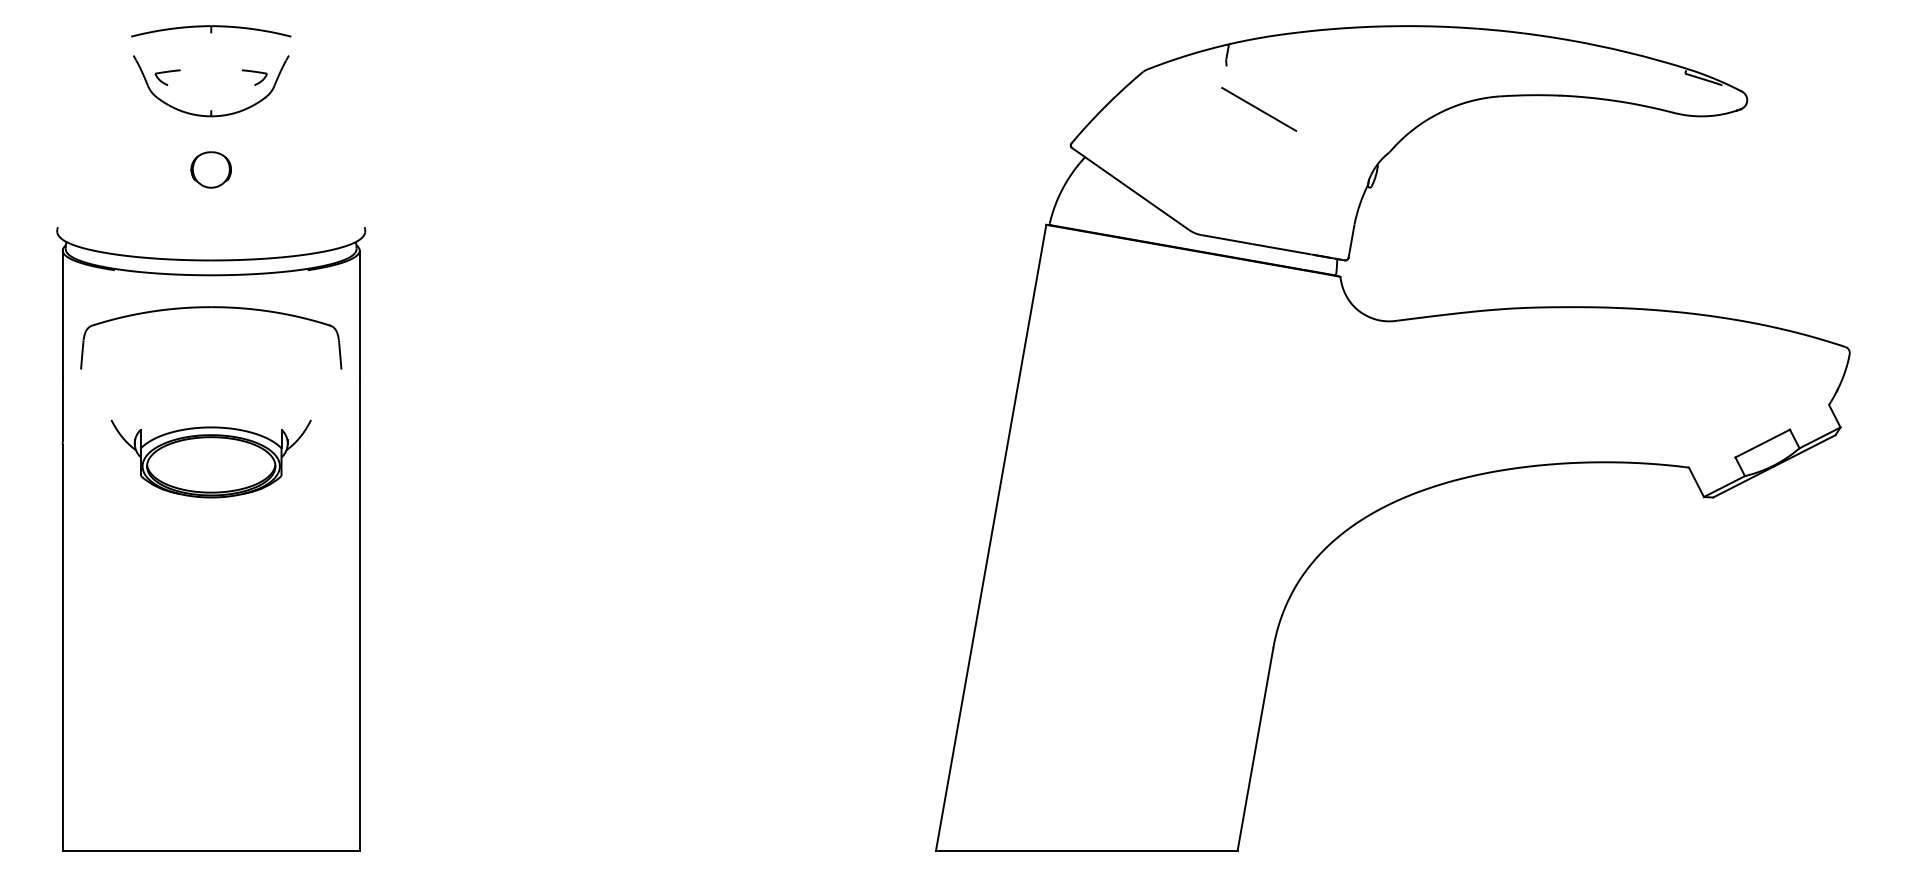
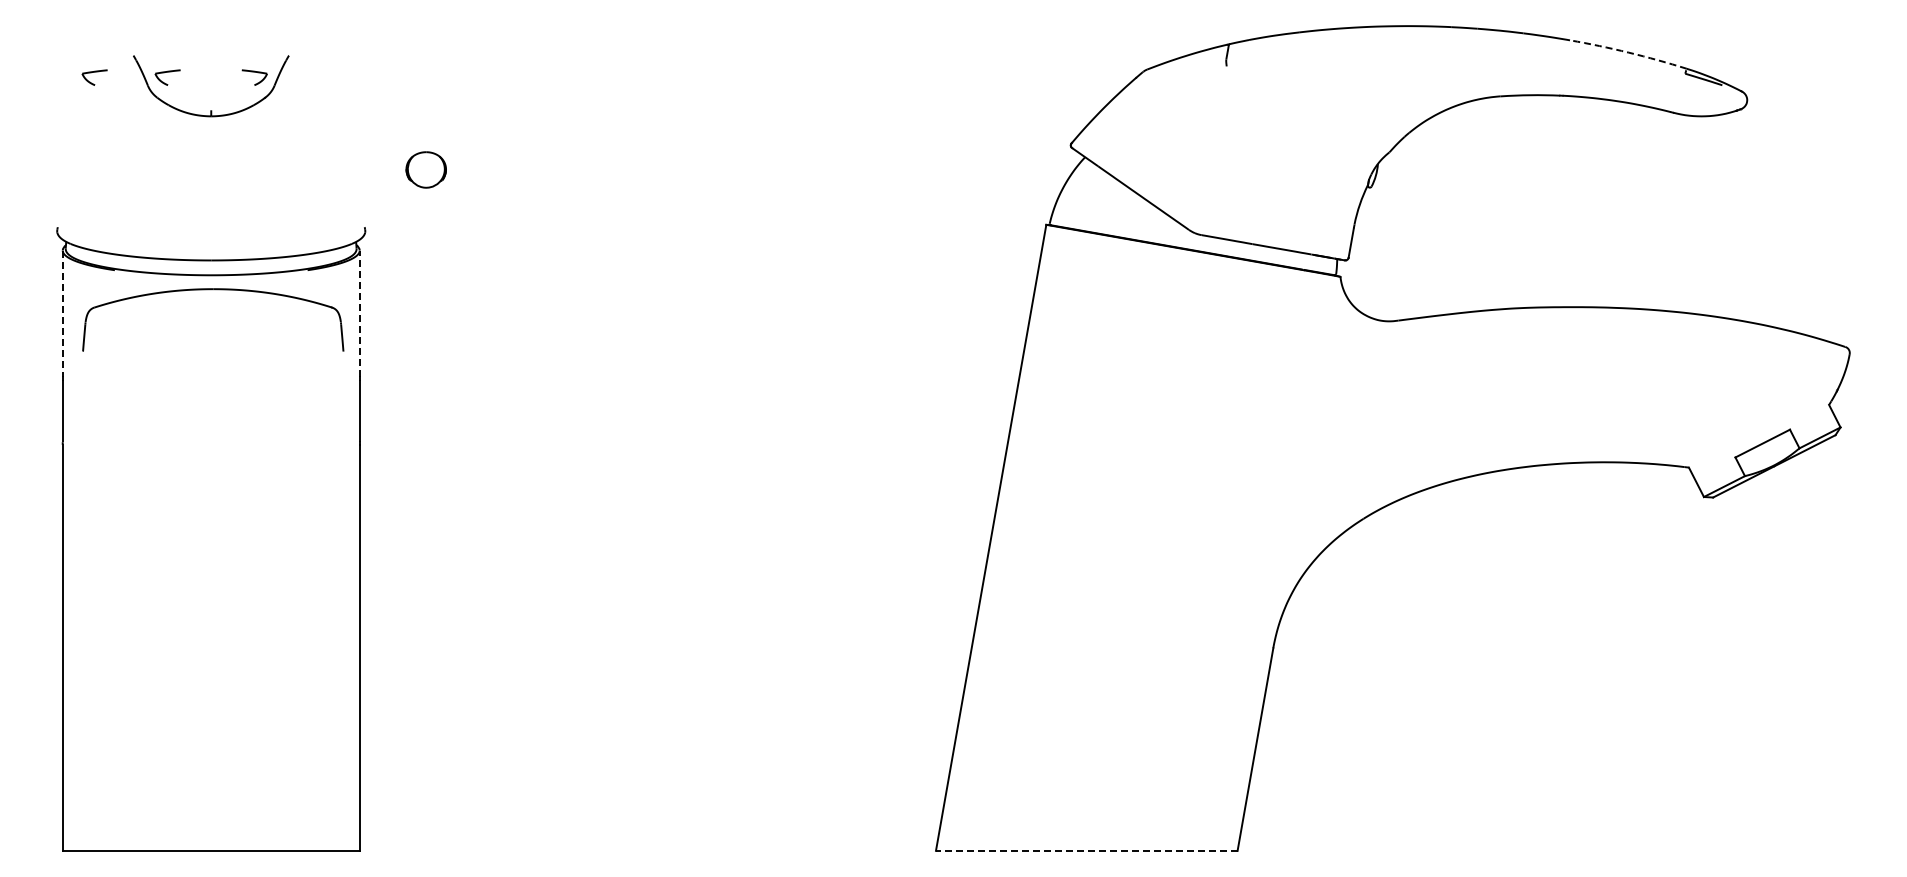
part at (211, 31): present -> none
arc at (1628, 52): solid -> dashed
part at (94, 77): none -> present
line at (1259, 109): present -> none
part at (210, 169) position: (210, 169) -> (425, 169)
part at (211, 308) position: (211, 308) -> (213, 290)
line at (62, 314): solid -> dashed
line at (359, 314): solid -> dashed
part at (210, 458): present -> none
line at (1086, 850): solid -> dashed
